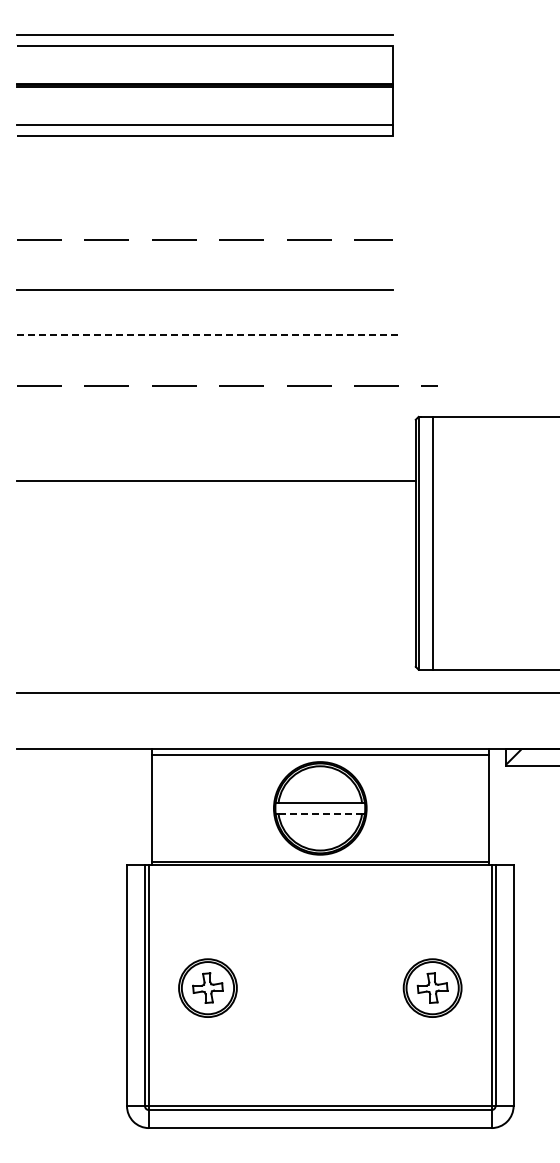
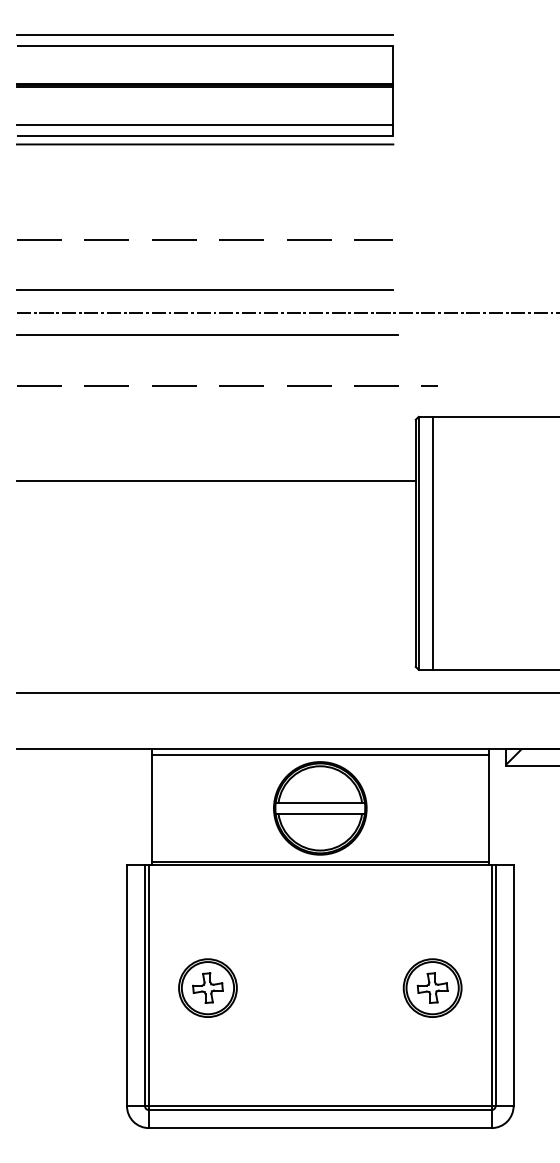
line at (204, 144): none -> present
line at (286, 312): none -> present
line at (207, 335): dashed -> solid
line at (320, 814): dashed -> solid
